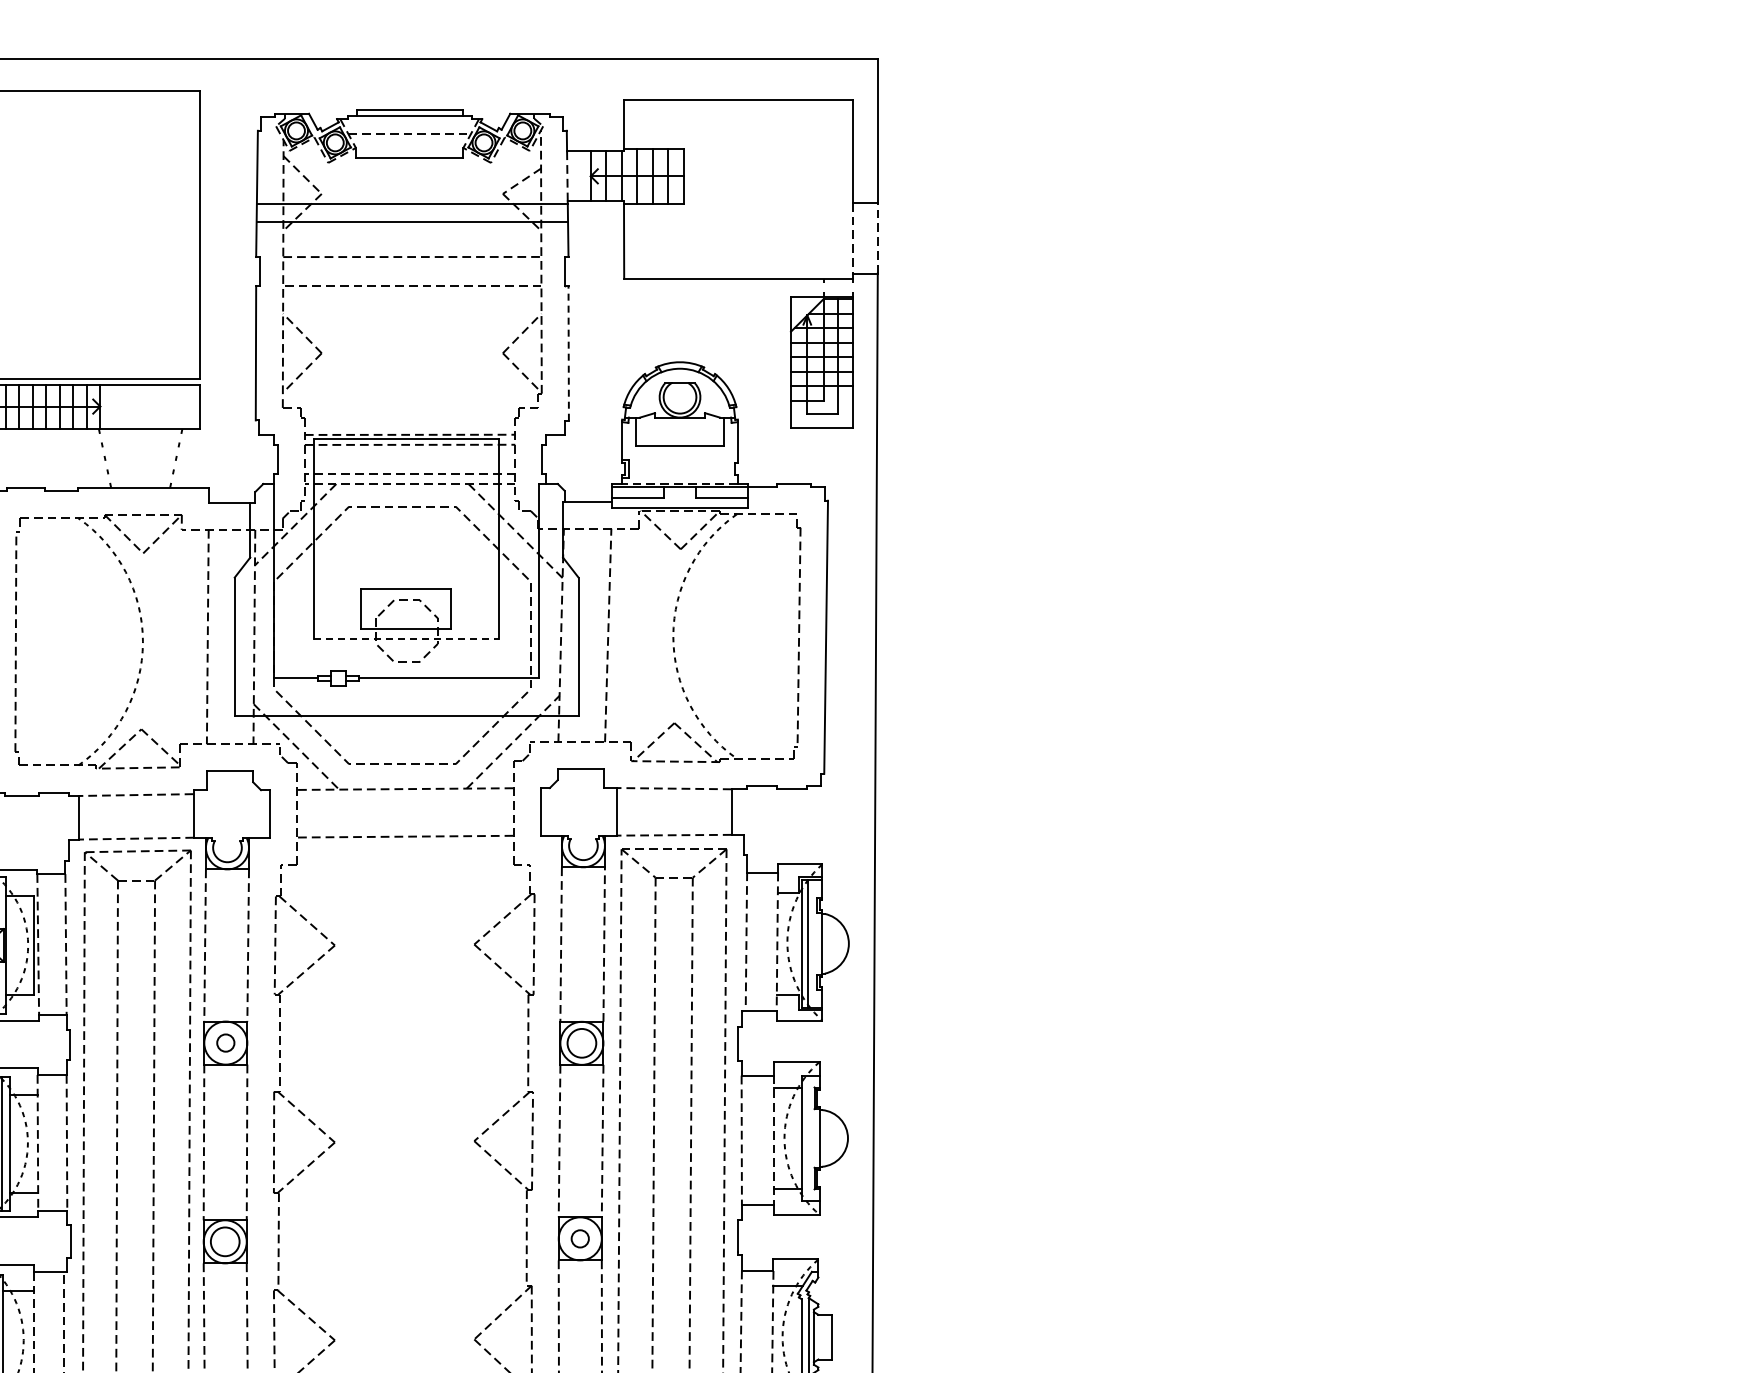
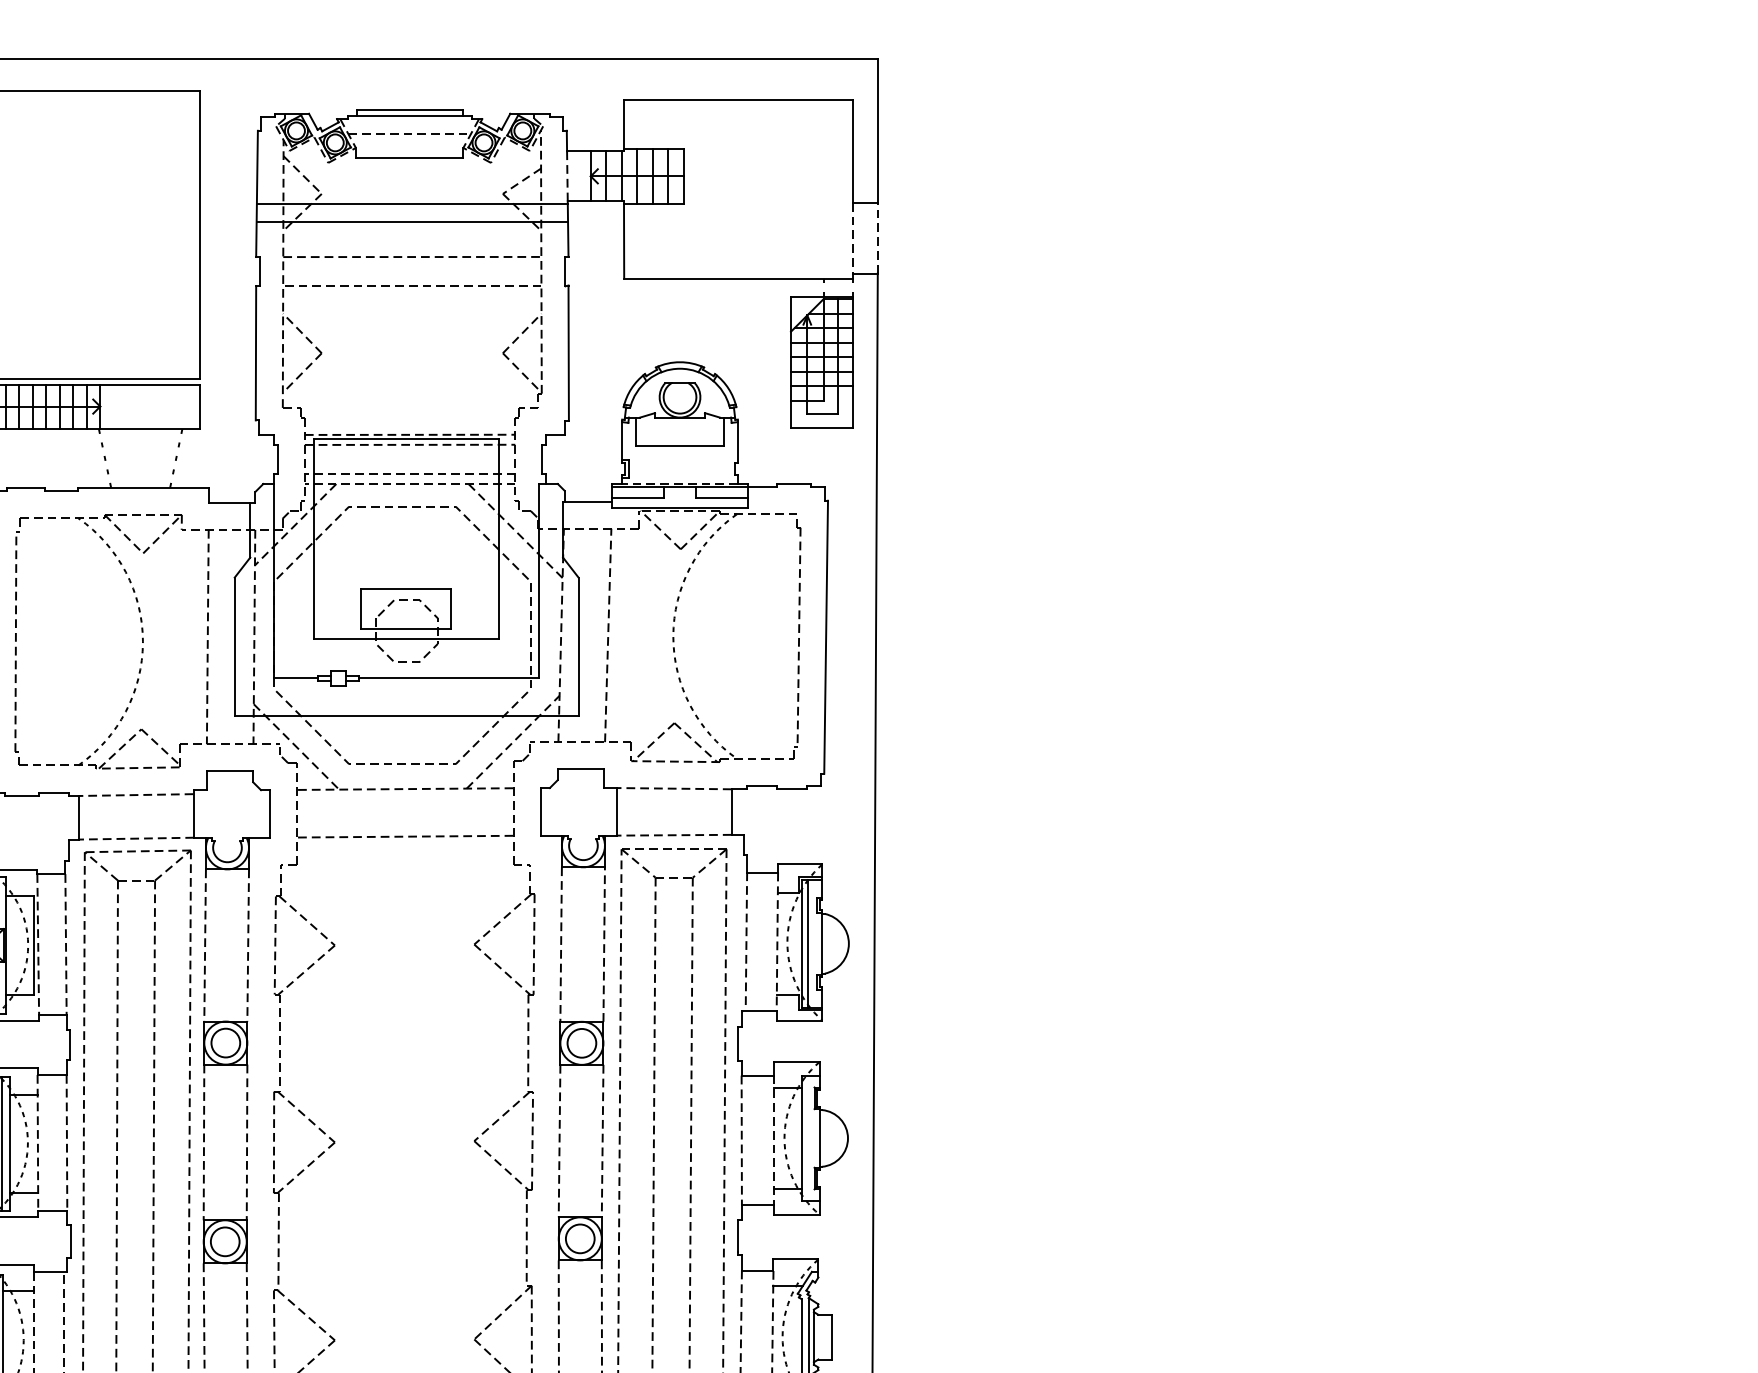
line at (568, 353): dashed -> solid
line at (406, 639): dashed -> solid
circle at (225, 1042) diameter: 17 px -> 29 px
circle at (579, 1238) diameter: 17 px -> 29 px
